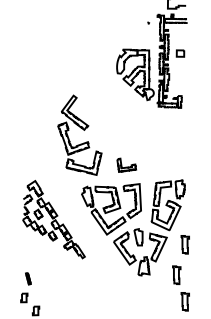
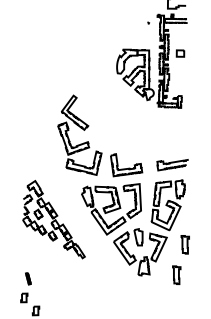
part at (126, 164) size: 21x16 px -> 34x25 px
curve at (172, 166): none -> present
part at (184, 301): present -> none
